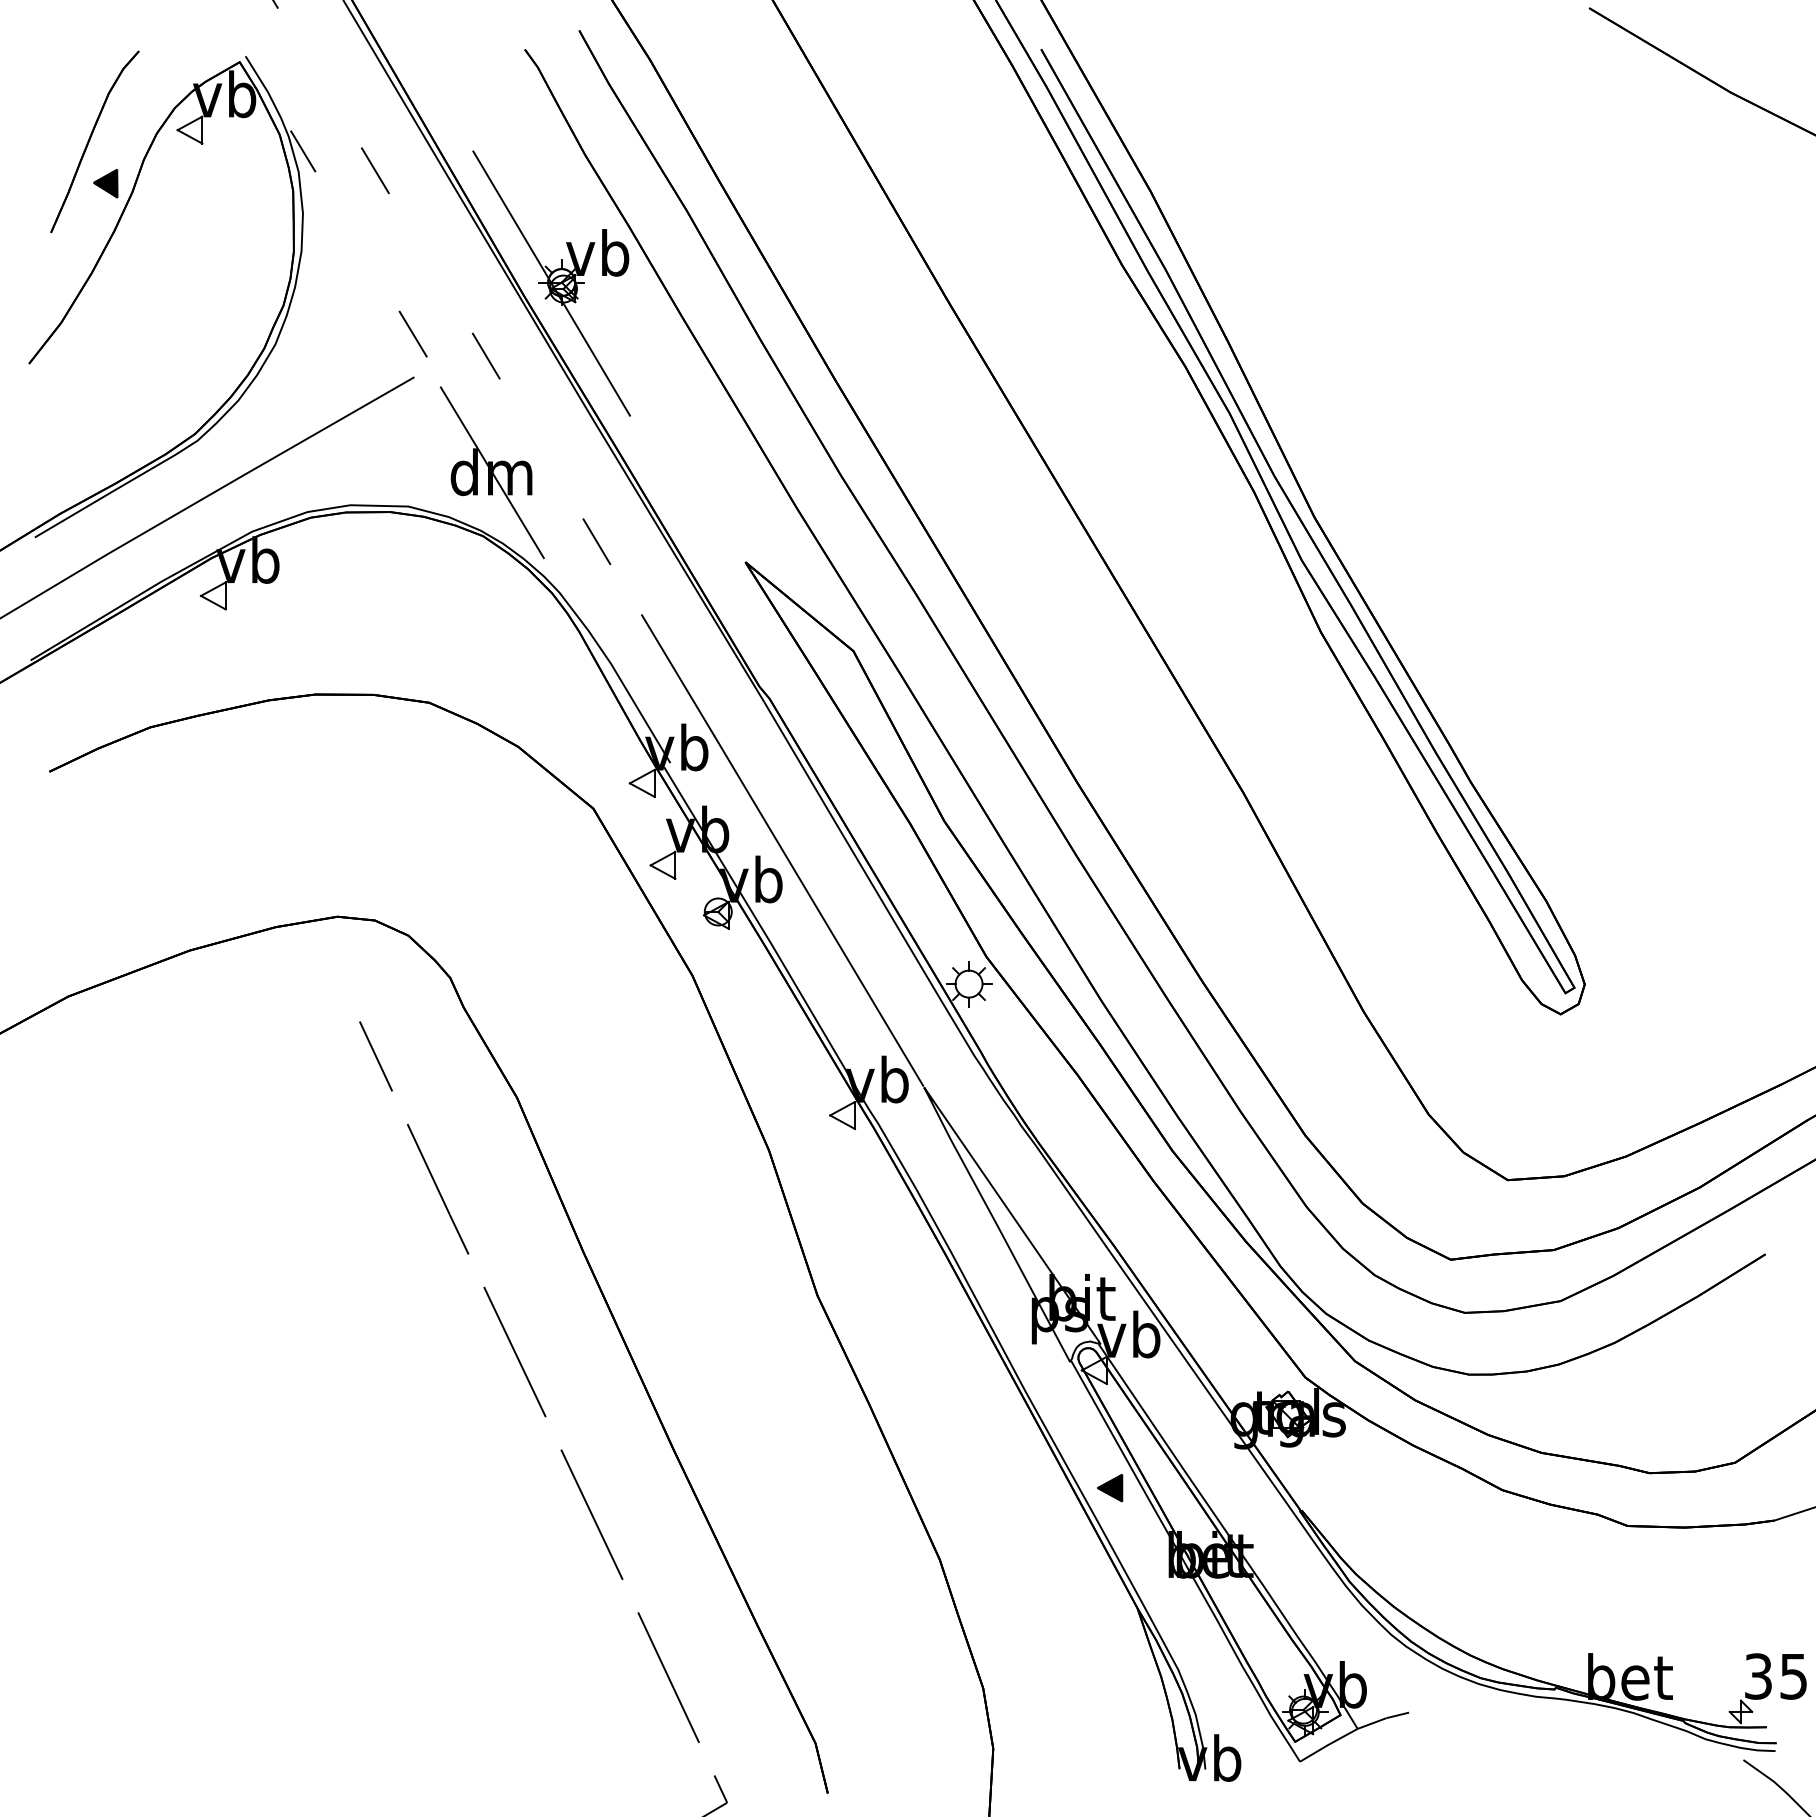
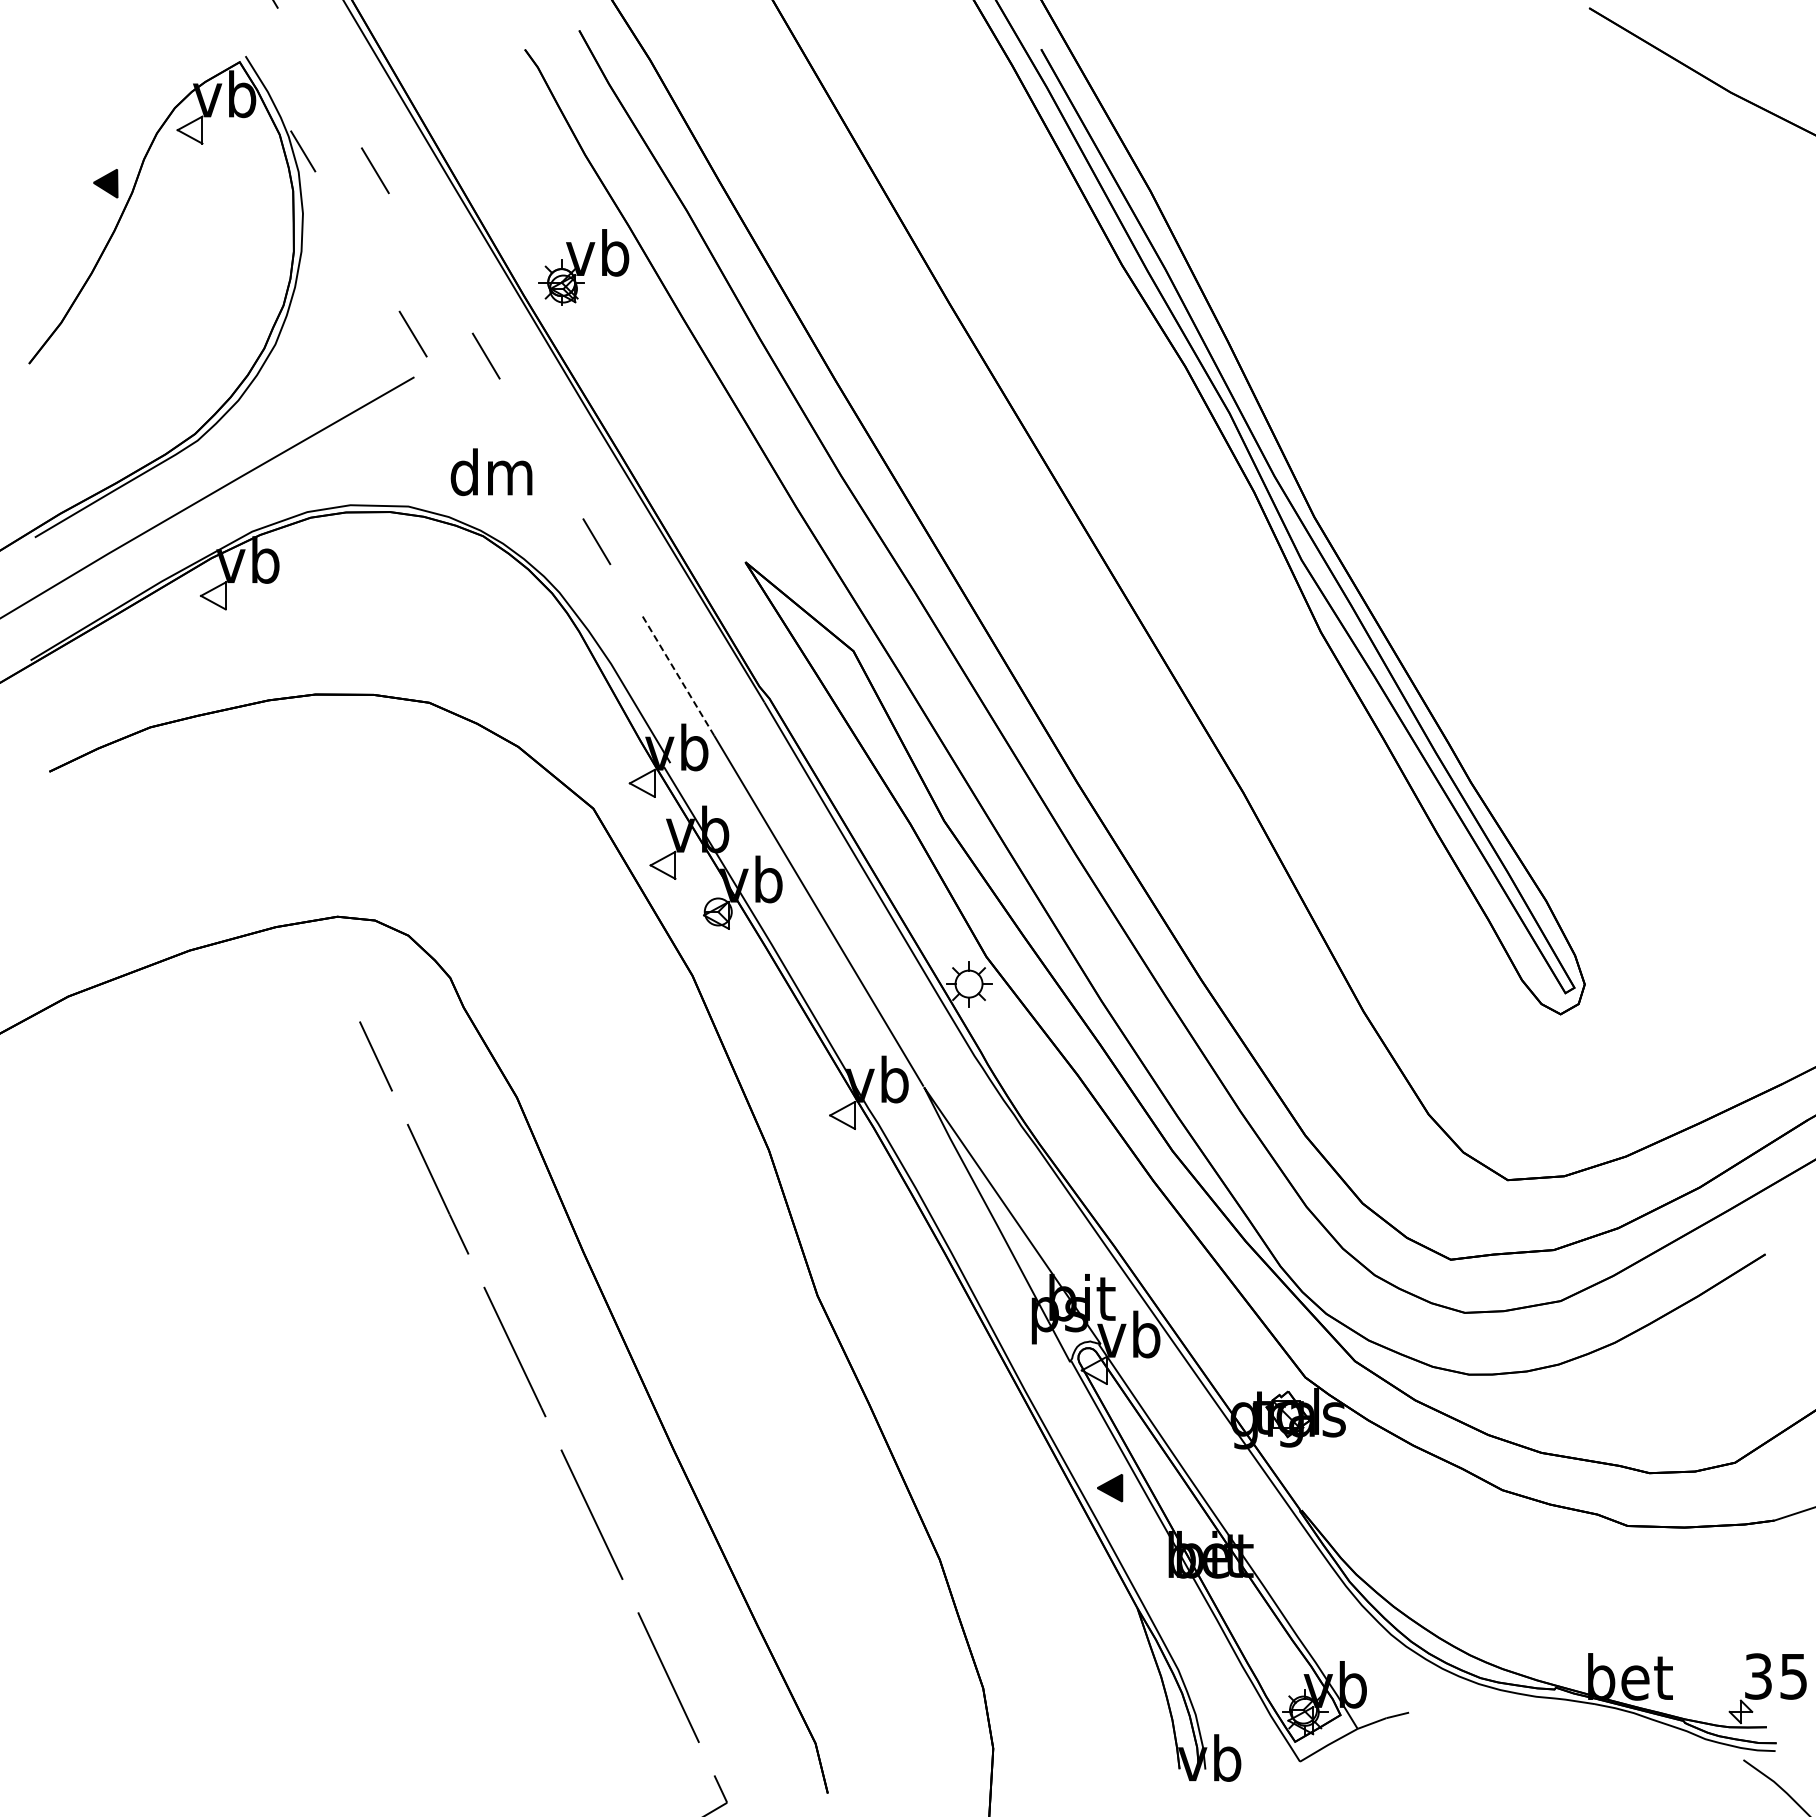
part at (94, 141): present -> none
line at (551, 283): present -> none
line at (491, 472): present -> none
line at (677, 675): solid -> dashed
